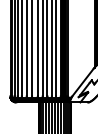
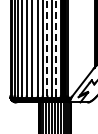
line at (47, 48): solid -> dashed
line at (56, 48): solid -> dashed
